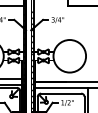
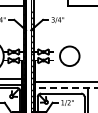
circle at (69, 56) diameter: 33 px -> 20 px
line at (65, 87): solid -> dashed
